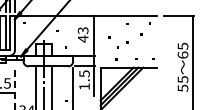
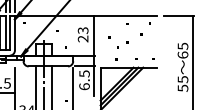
text at (82, 38): 43 -> 23
text at (84, 86): 1.5 -> 6.5
line at (14, 88): dashed -> solid
